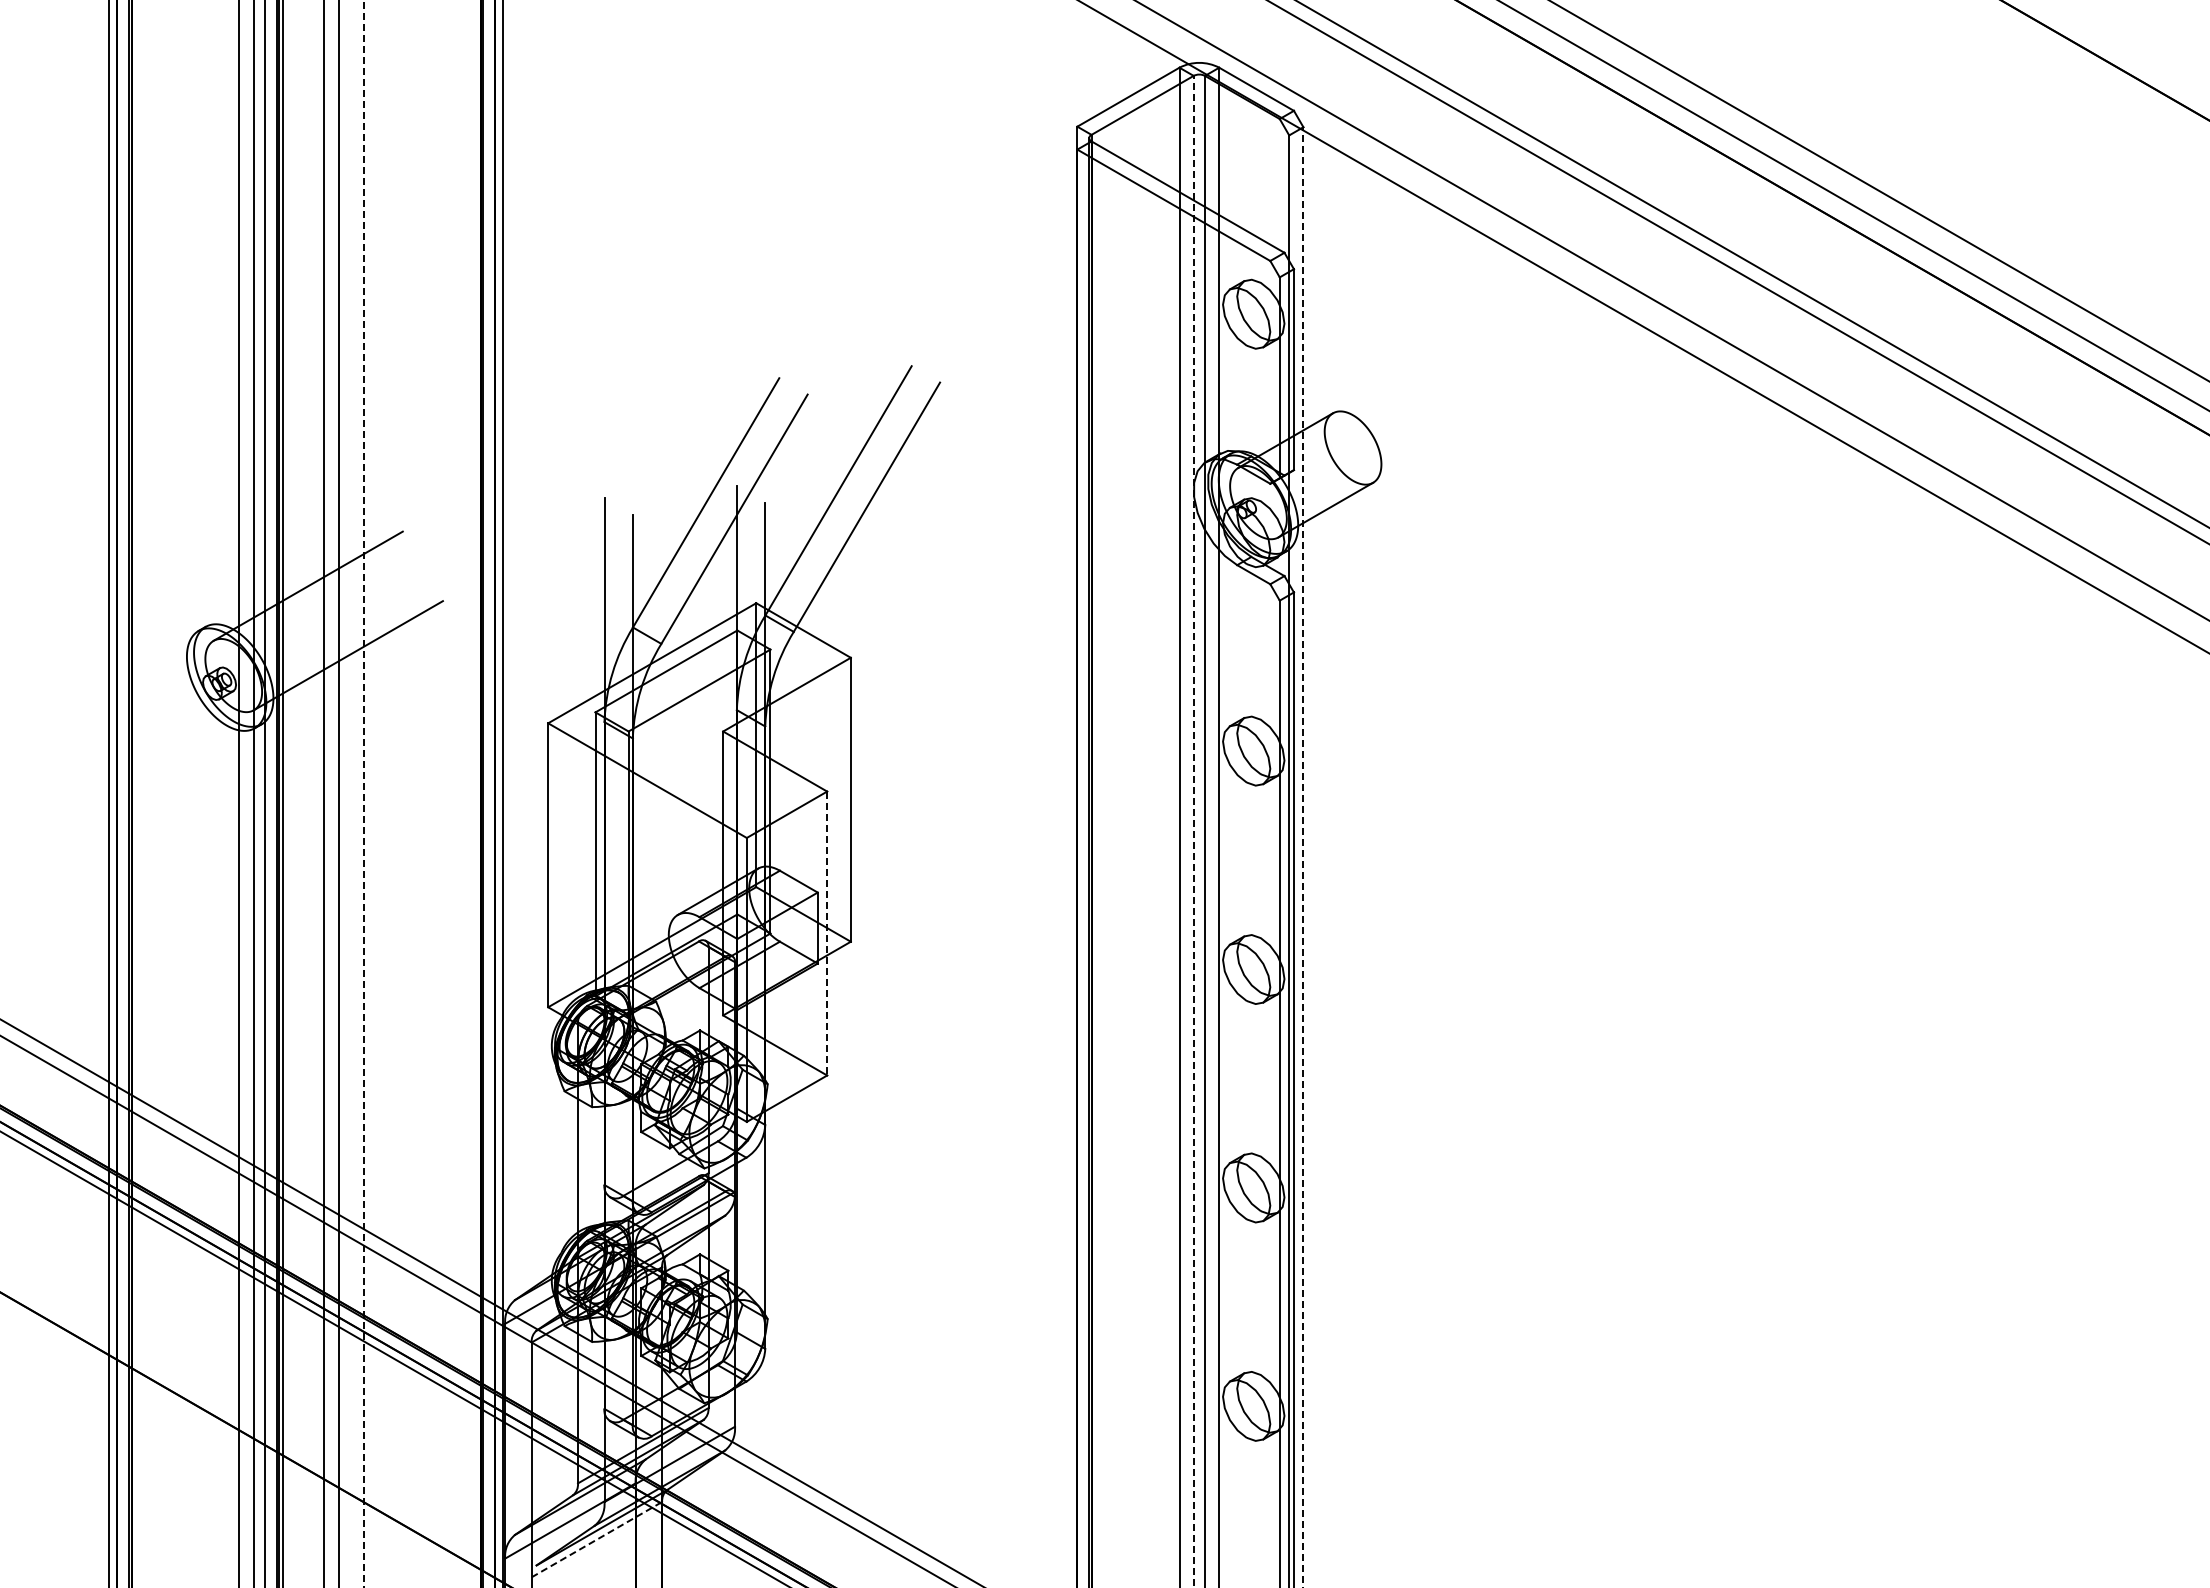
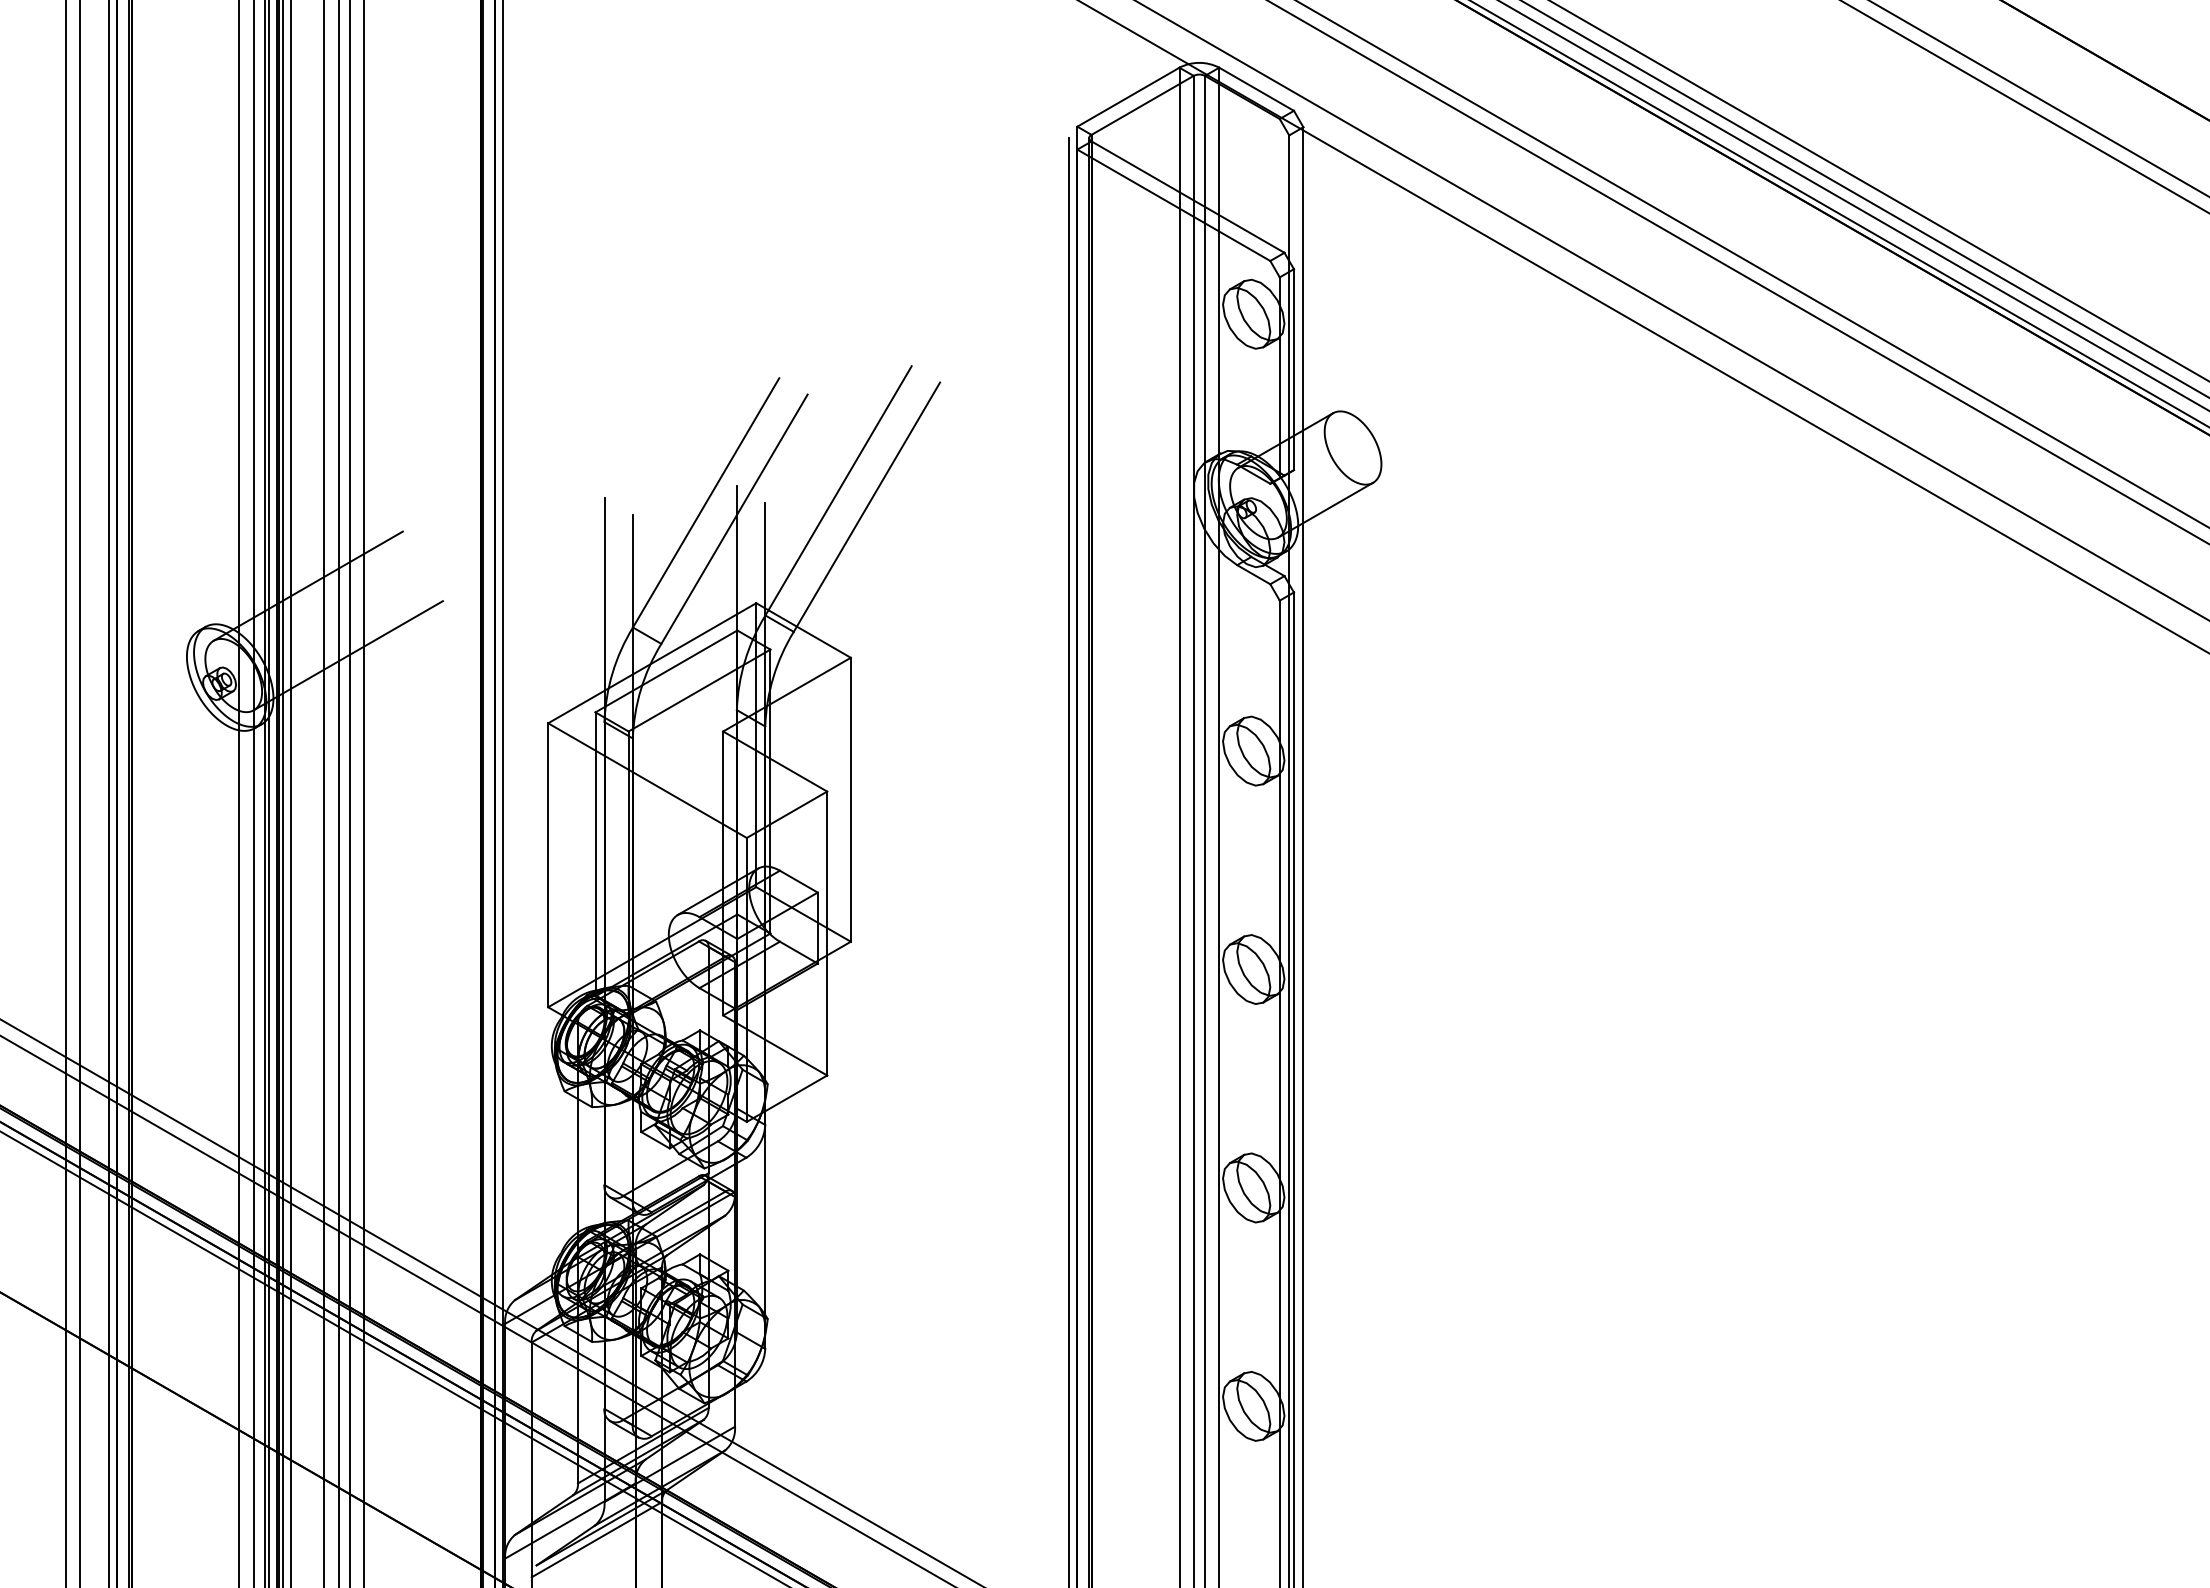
line at (2038, 98): none -> present
line at (2024, 106): none -> present
line at (1864, 199): none -> present
line at (1839, 213): none -> present
line at (66, 793): none -> present
line at (80, 793): none -> present
line at (268, 793): none -> present
line at (291, 793): none -> present
line at (350, 793): none -> present
line at (364, 794): dashed -> solid
line at (1193, 831): dashed -> solid
line at (1303, 857): dashed -> solid
line at (1069, 861): none -> present
line at (827, 933): dashed -> solid
line at (597, 1539): dashed -> solid
